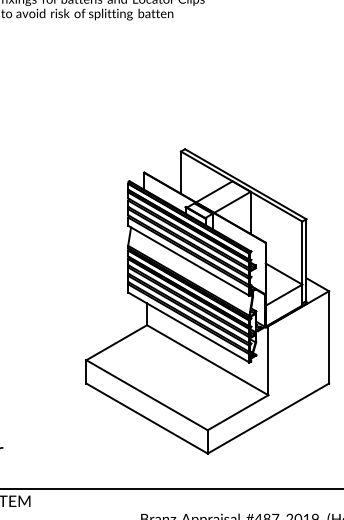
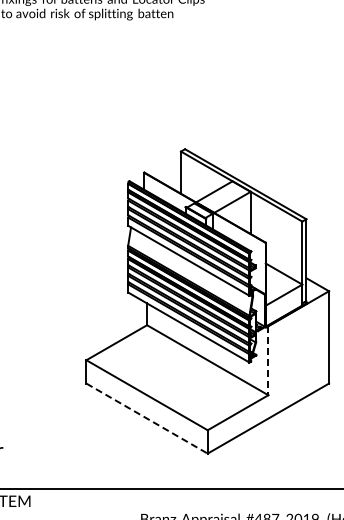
line at (268, 361): solid -> dashed
line at (147, 418): solid -> dashed
